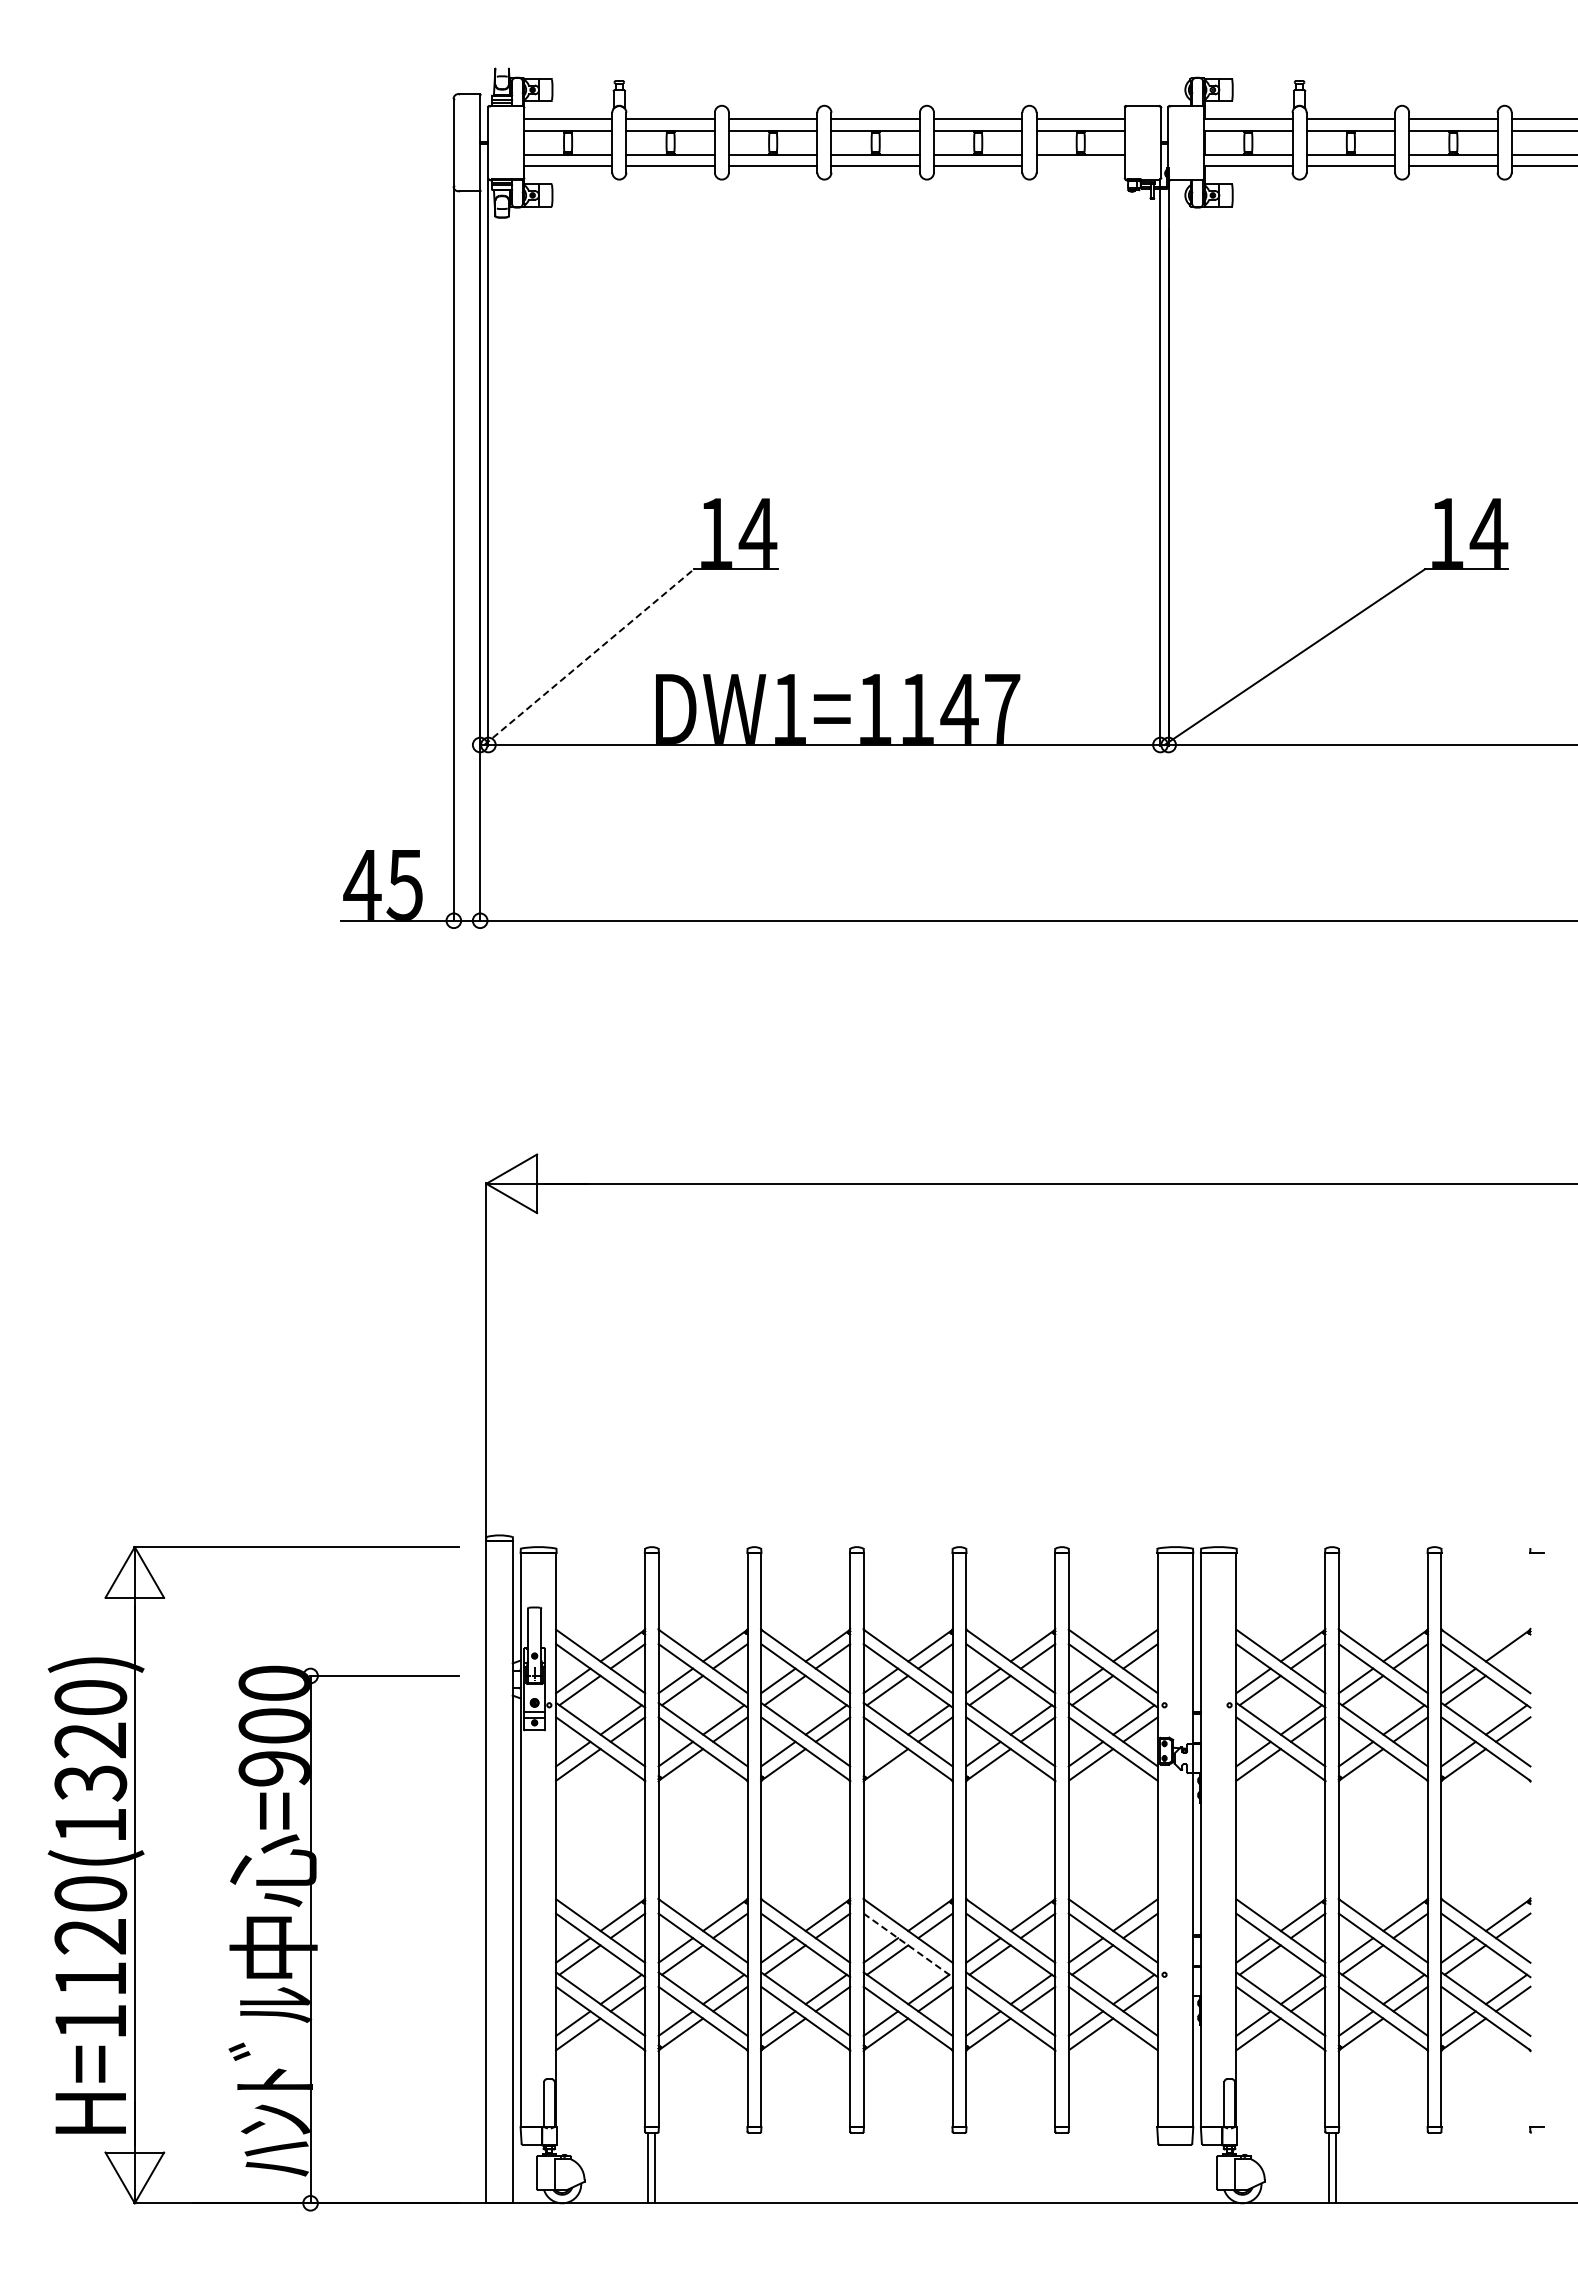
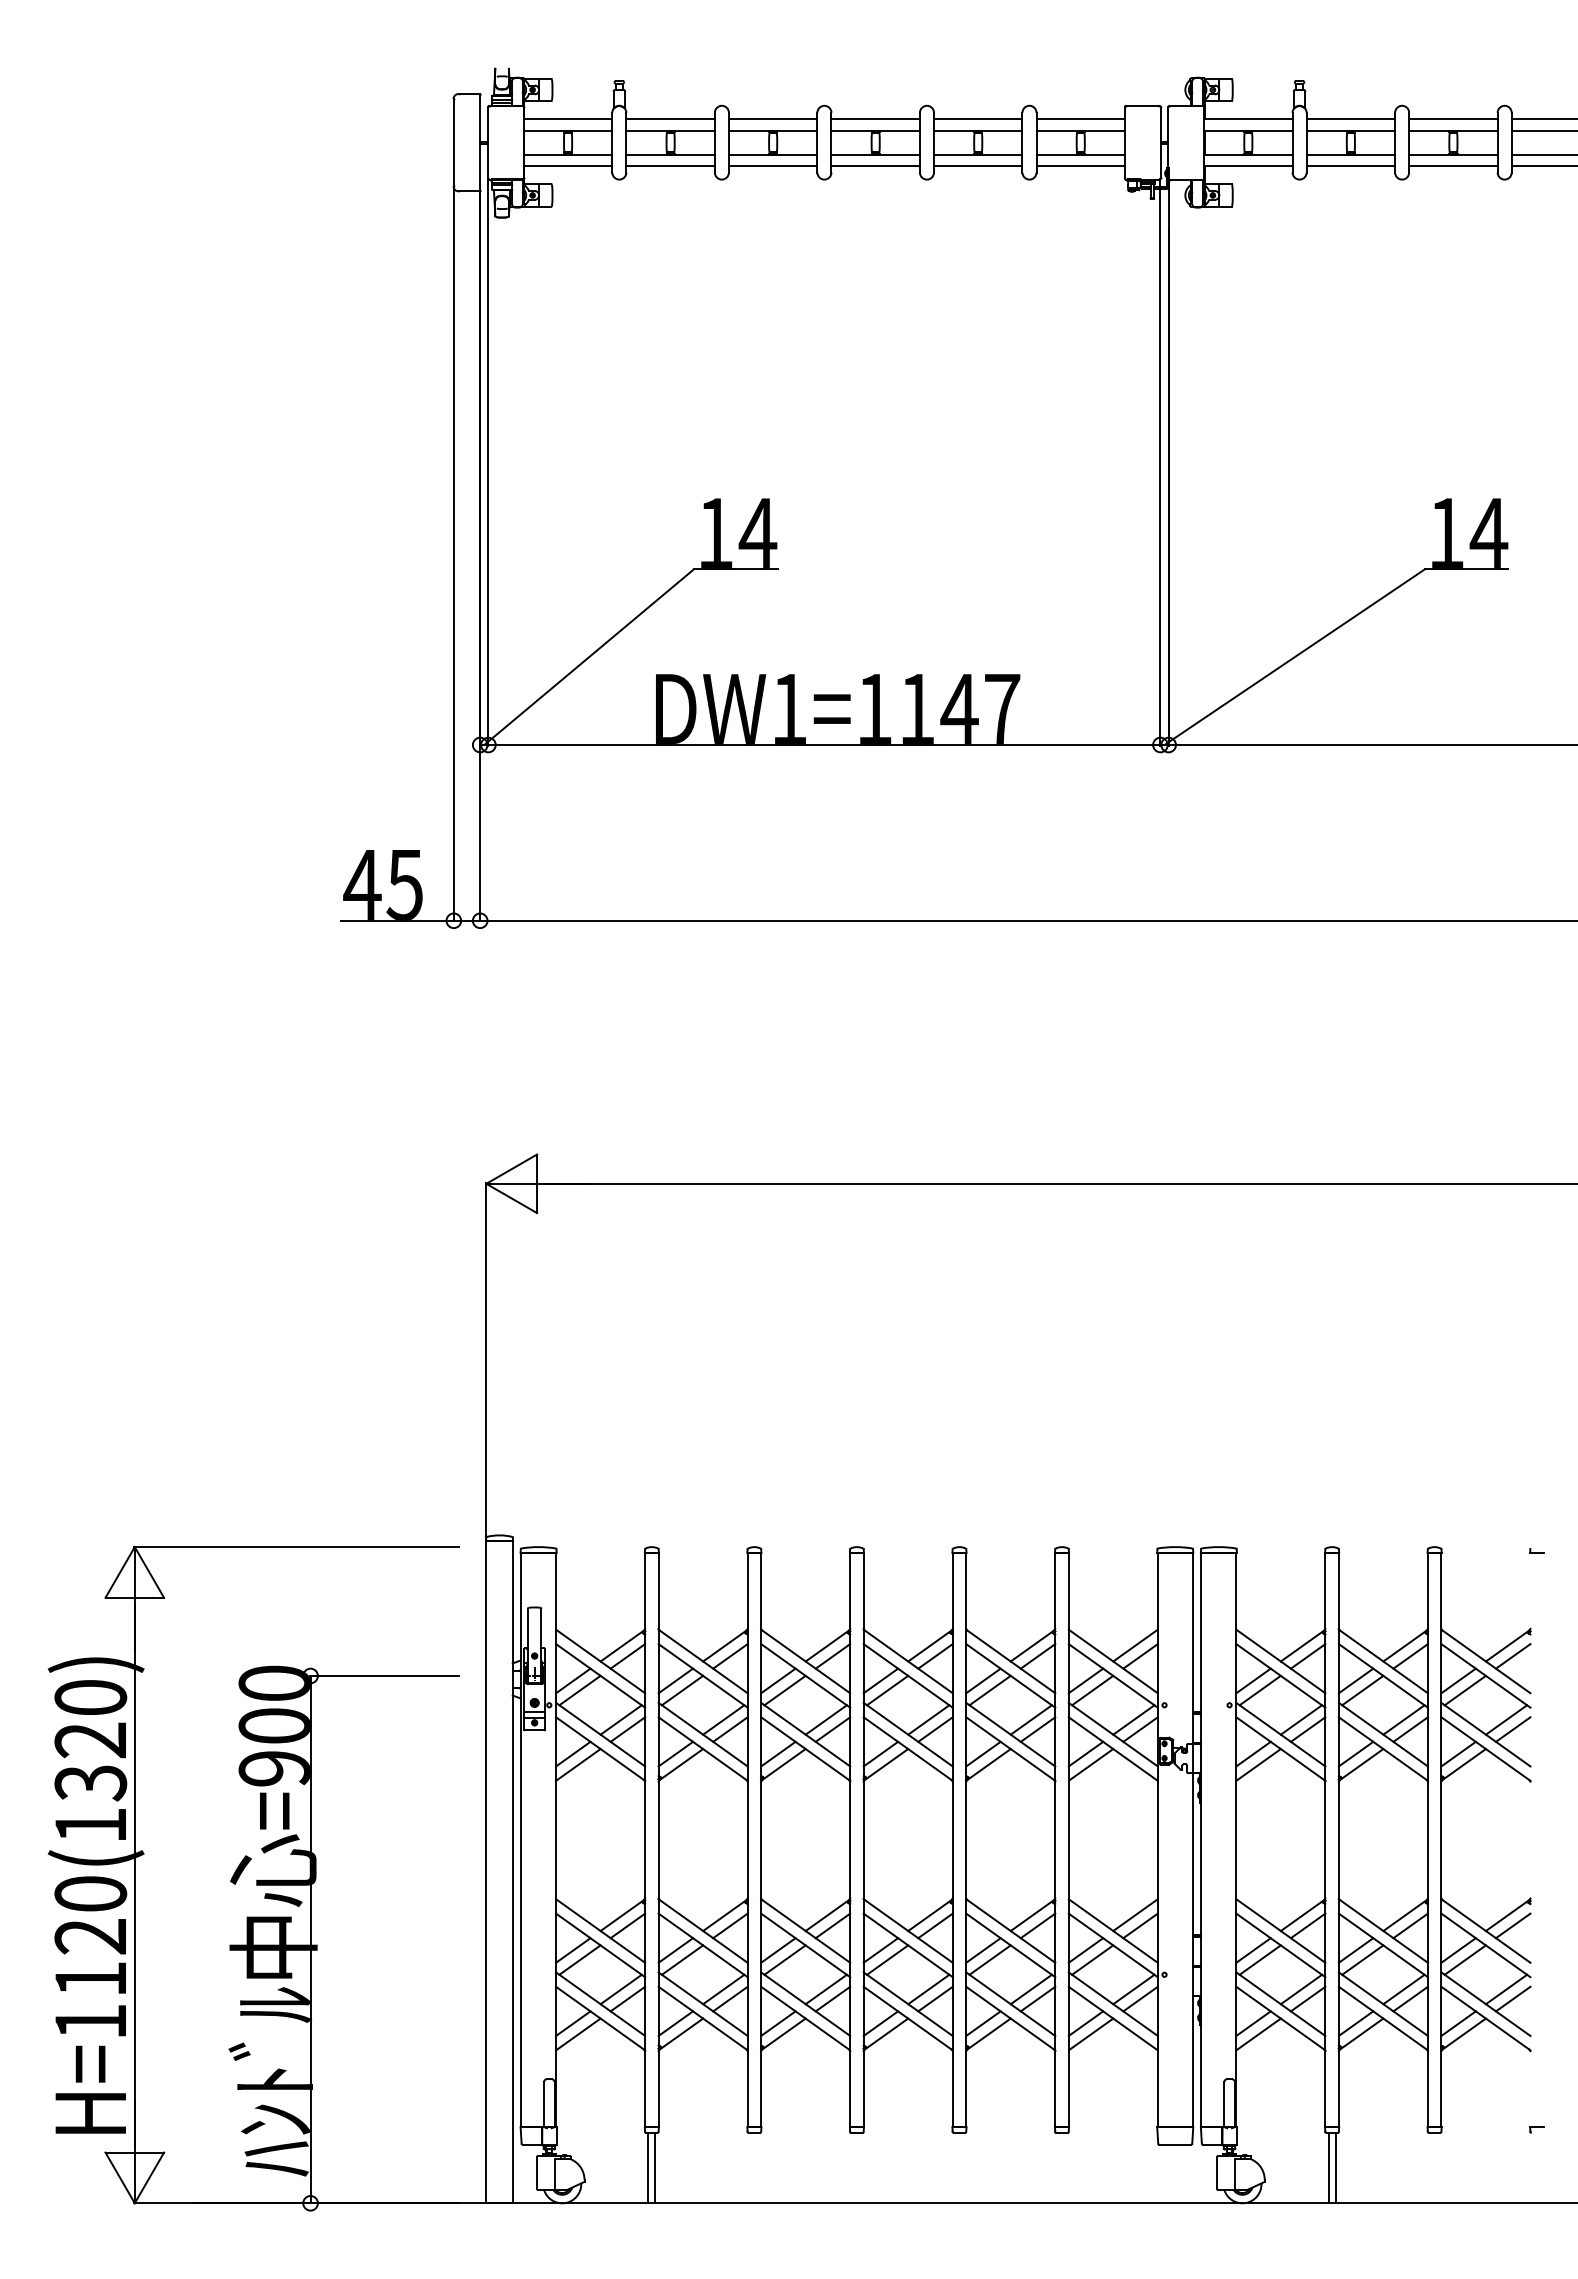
line at (1080, 166): none -> present
line at (589, 657): dashed -> solid
line at (1513, 1656): none -> present
line at (880, 1753): none -> present
line at (908, 1945): dashed -> solid
